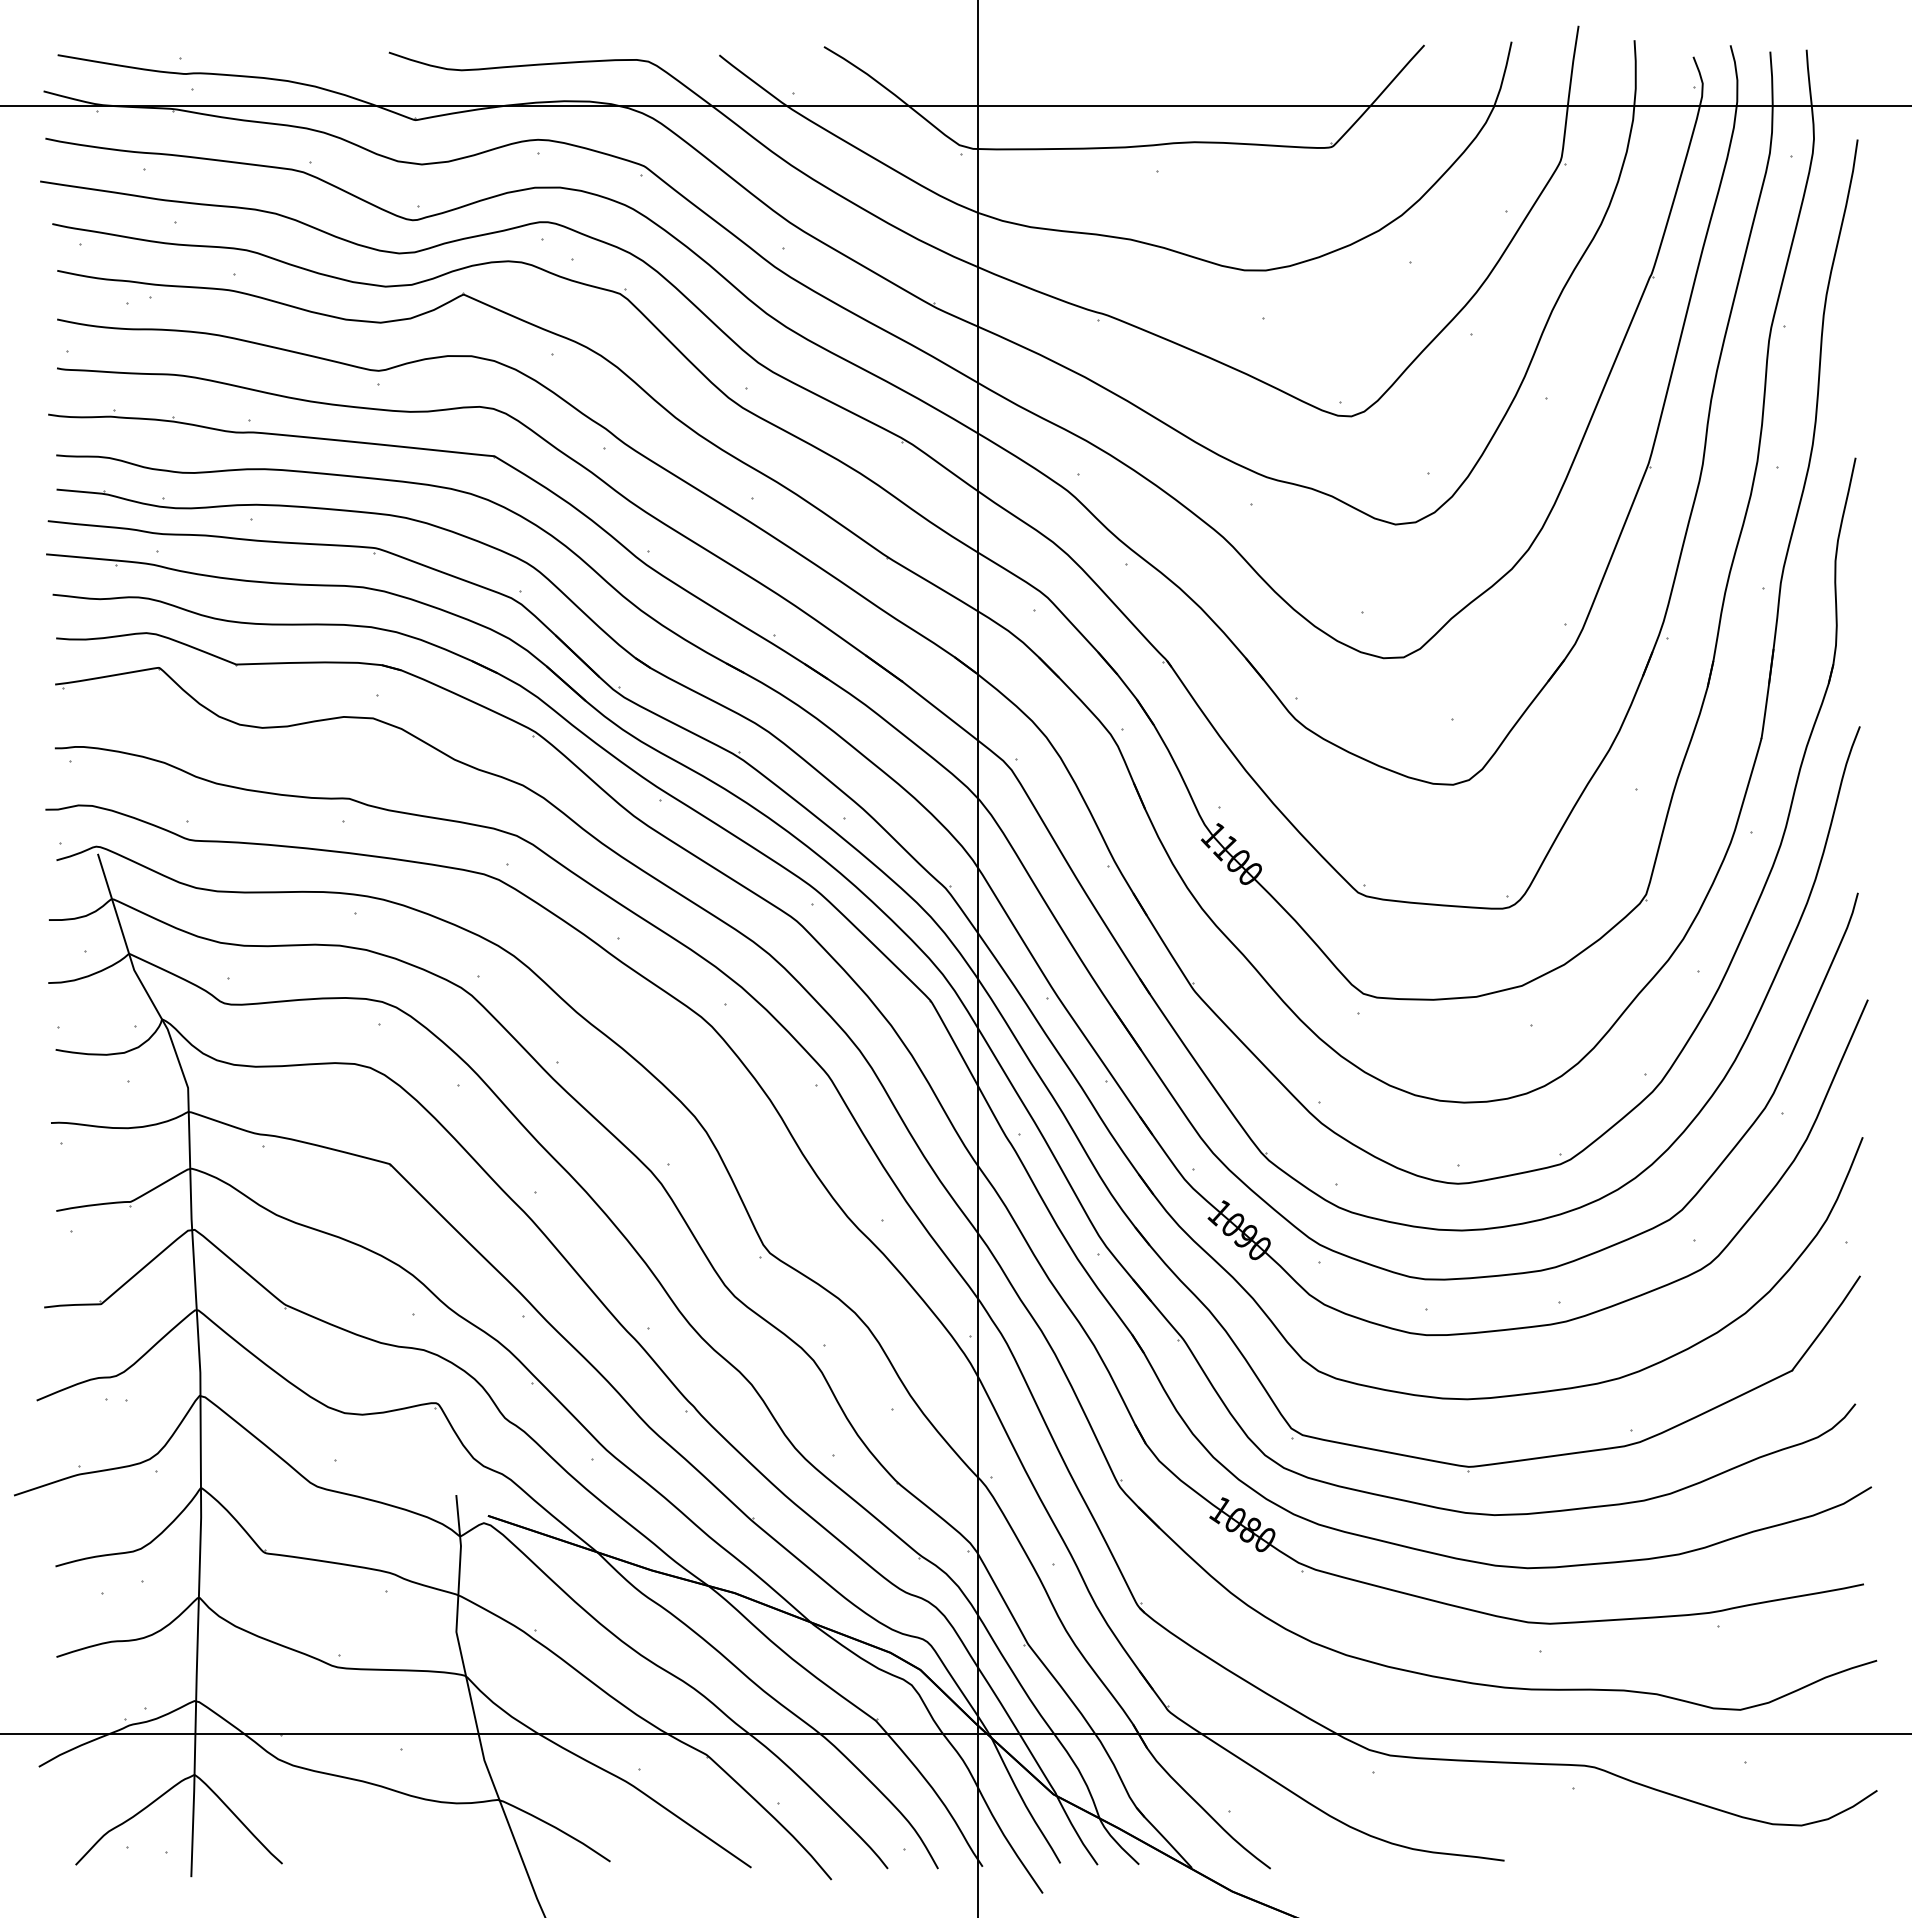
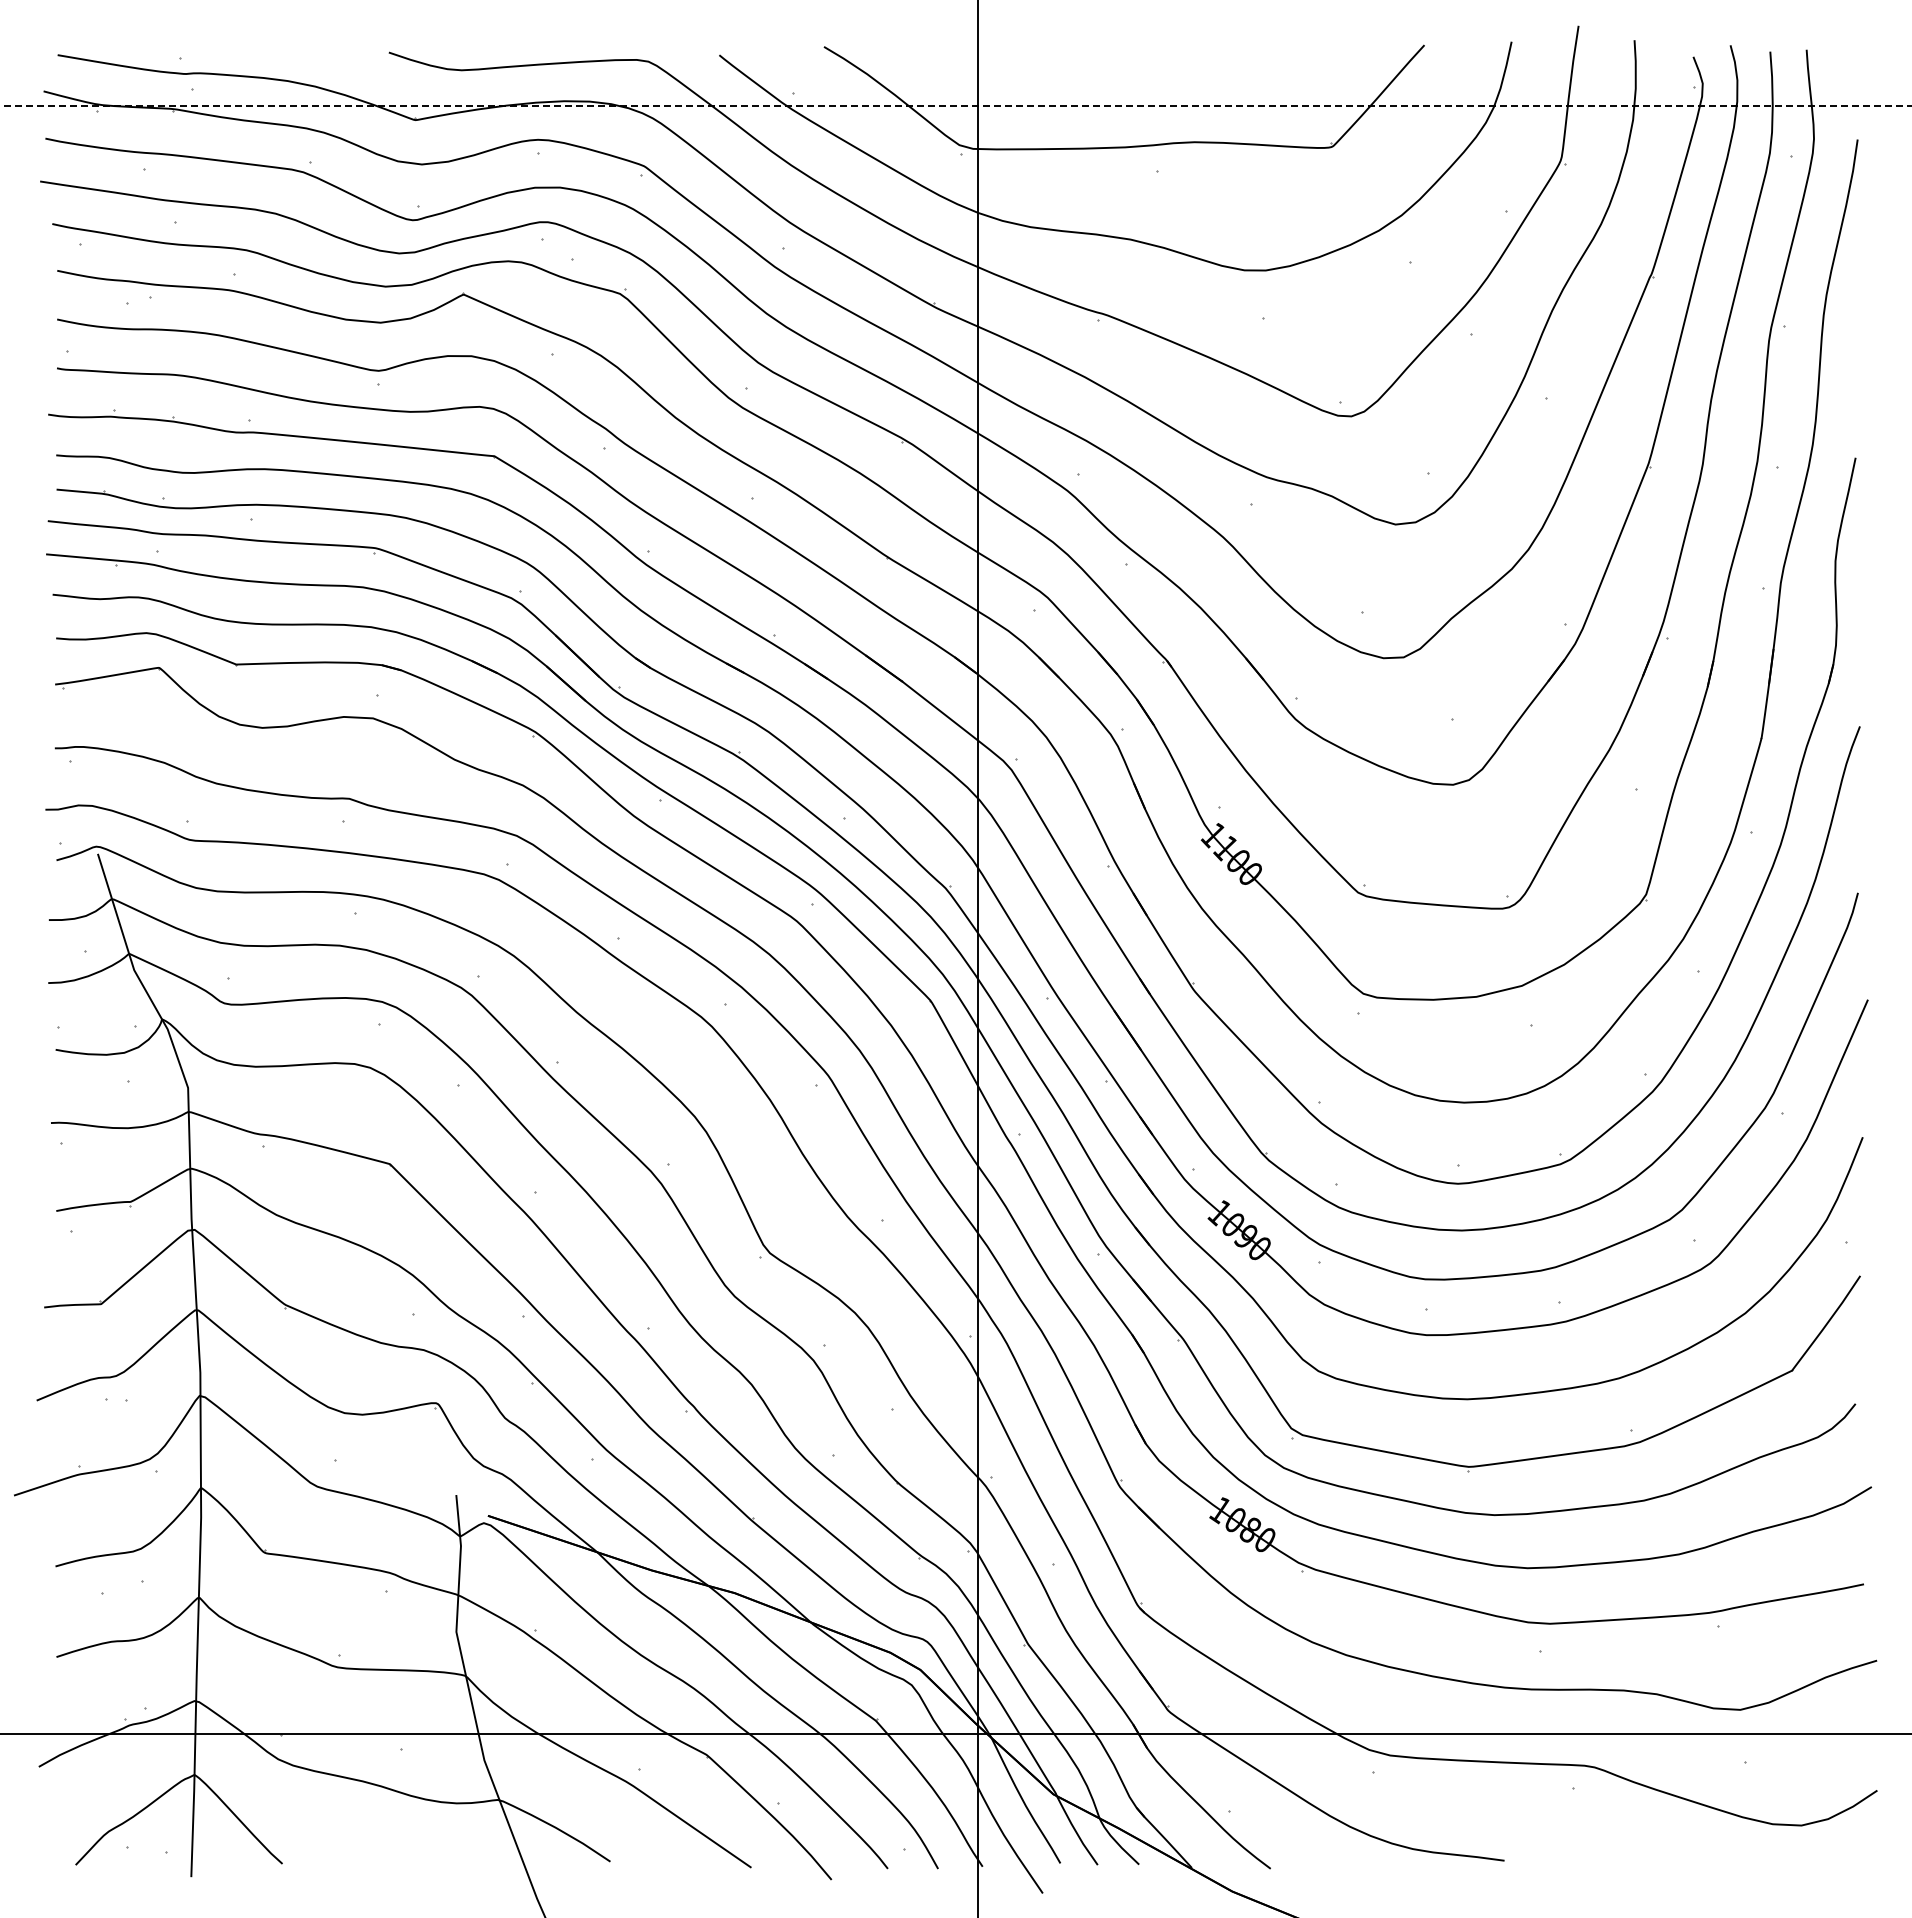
line at (956, 105): solid -> dashed
